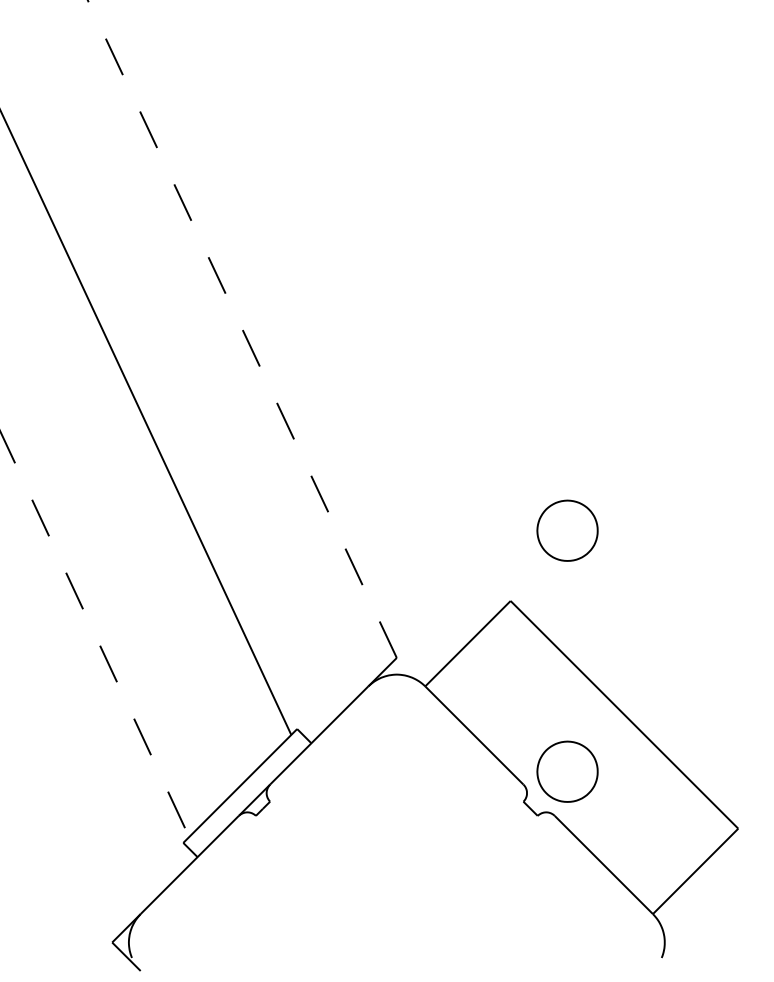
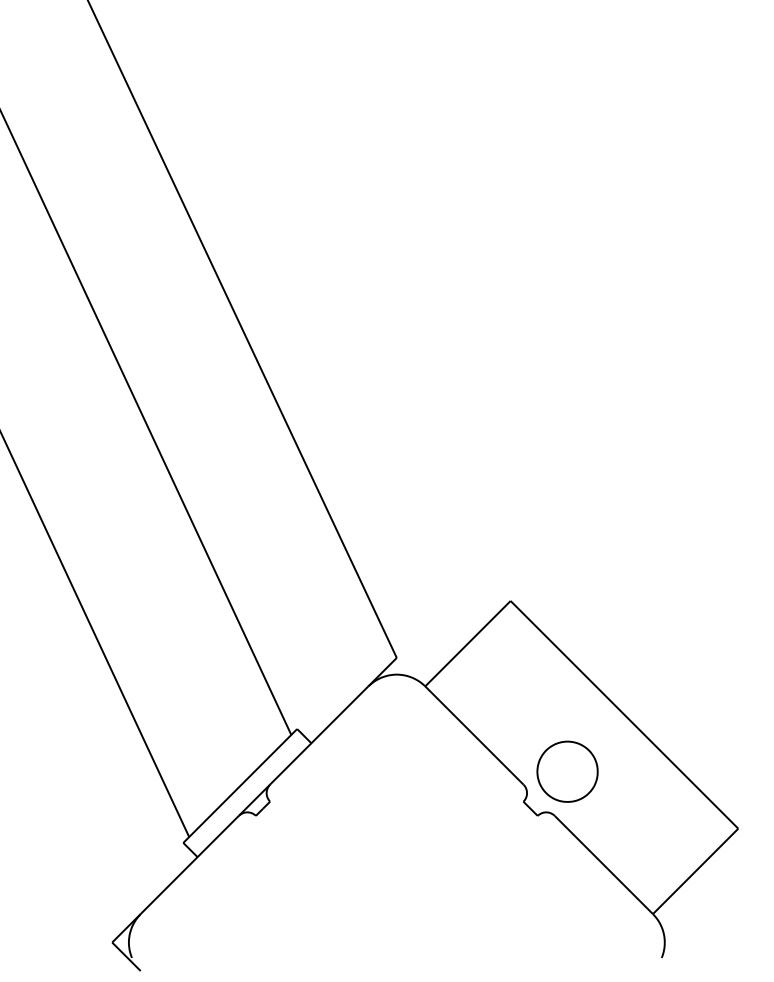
line at (242, 329): dashed -> solid
part at (567, 530): present -> none
line at (94, 633): dashed -> solid
